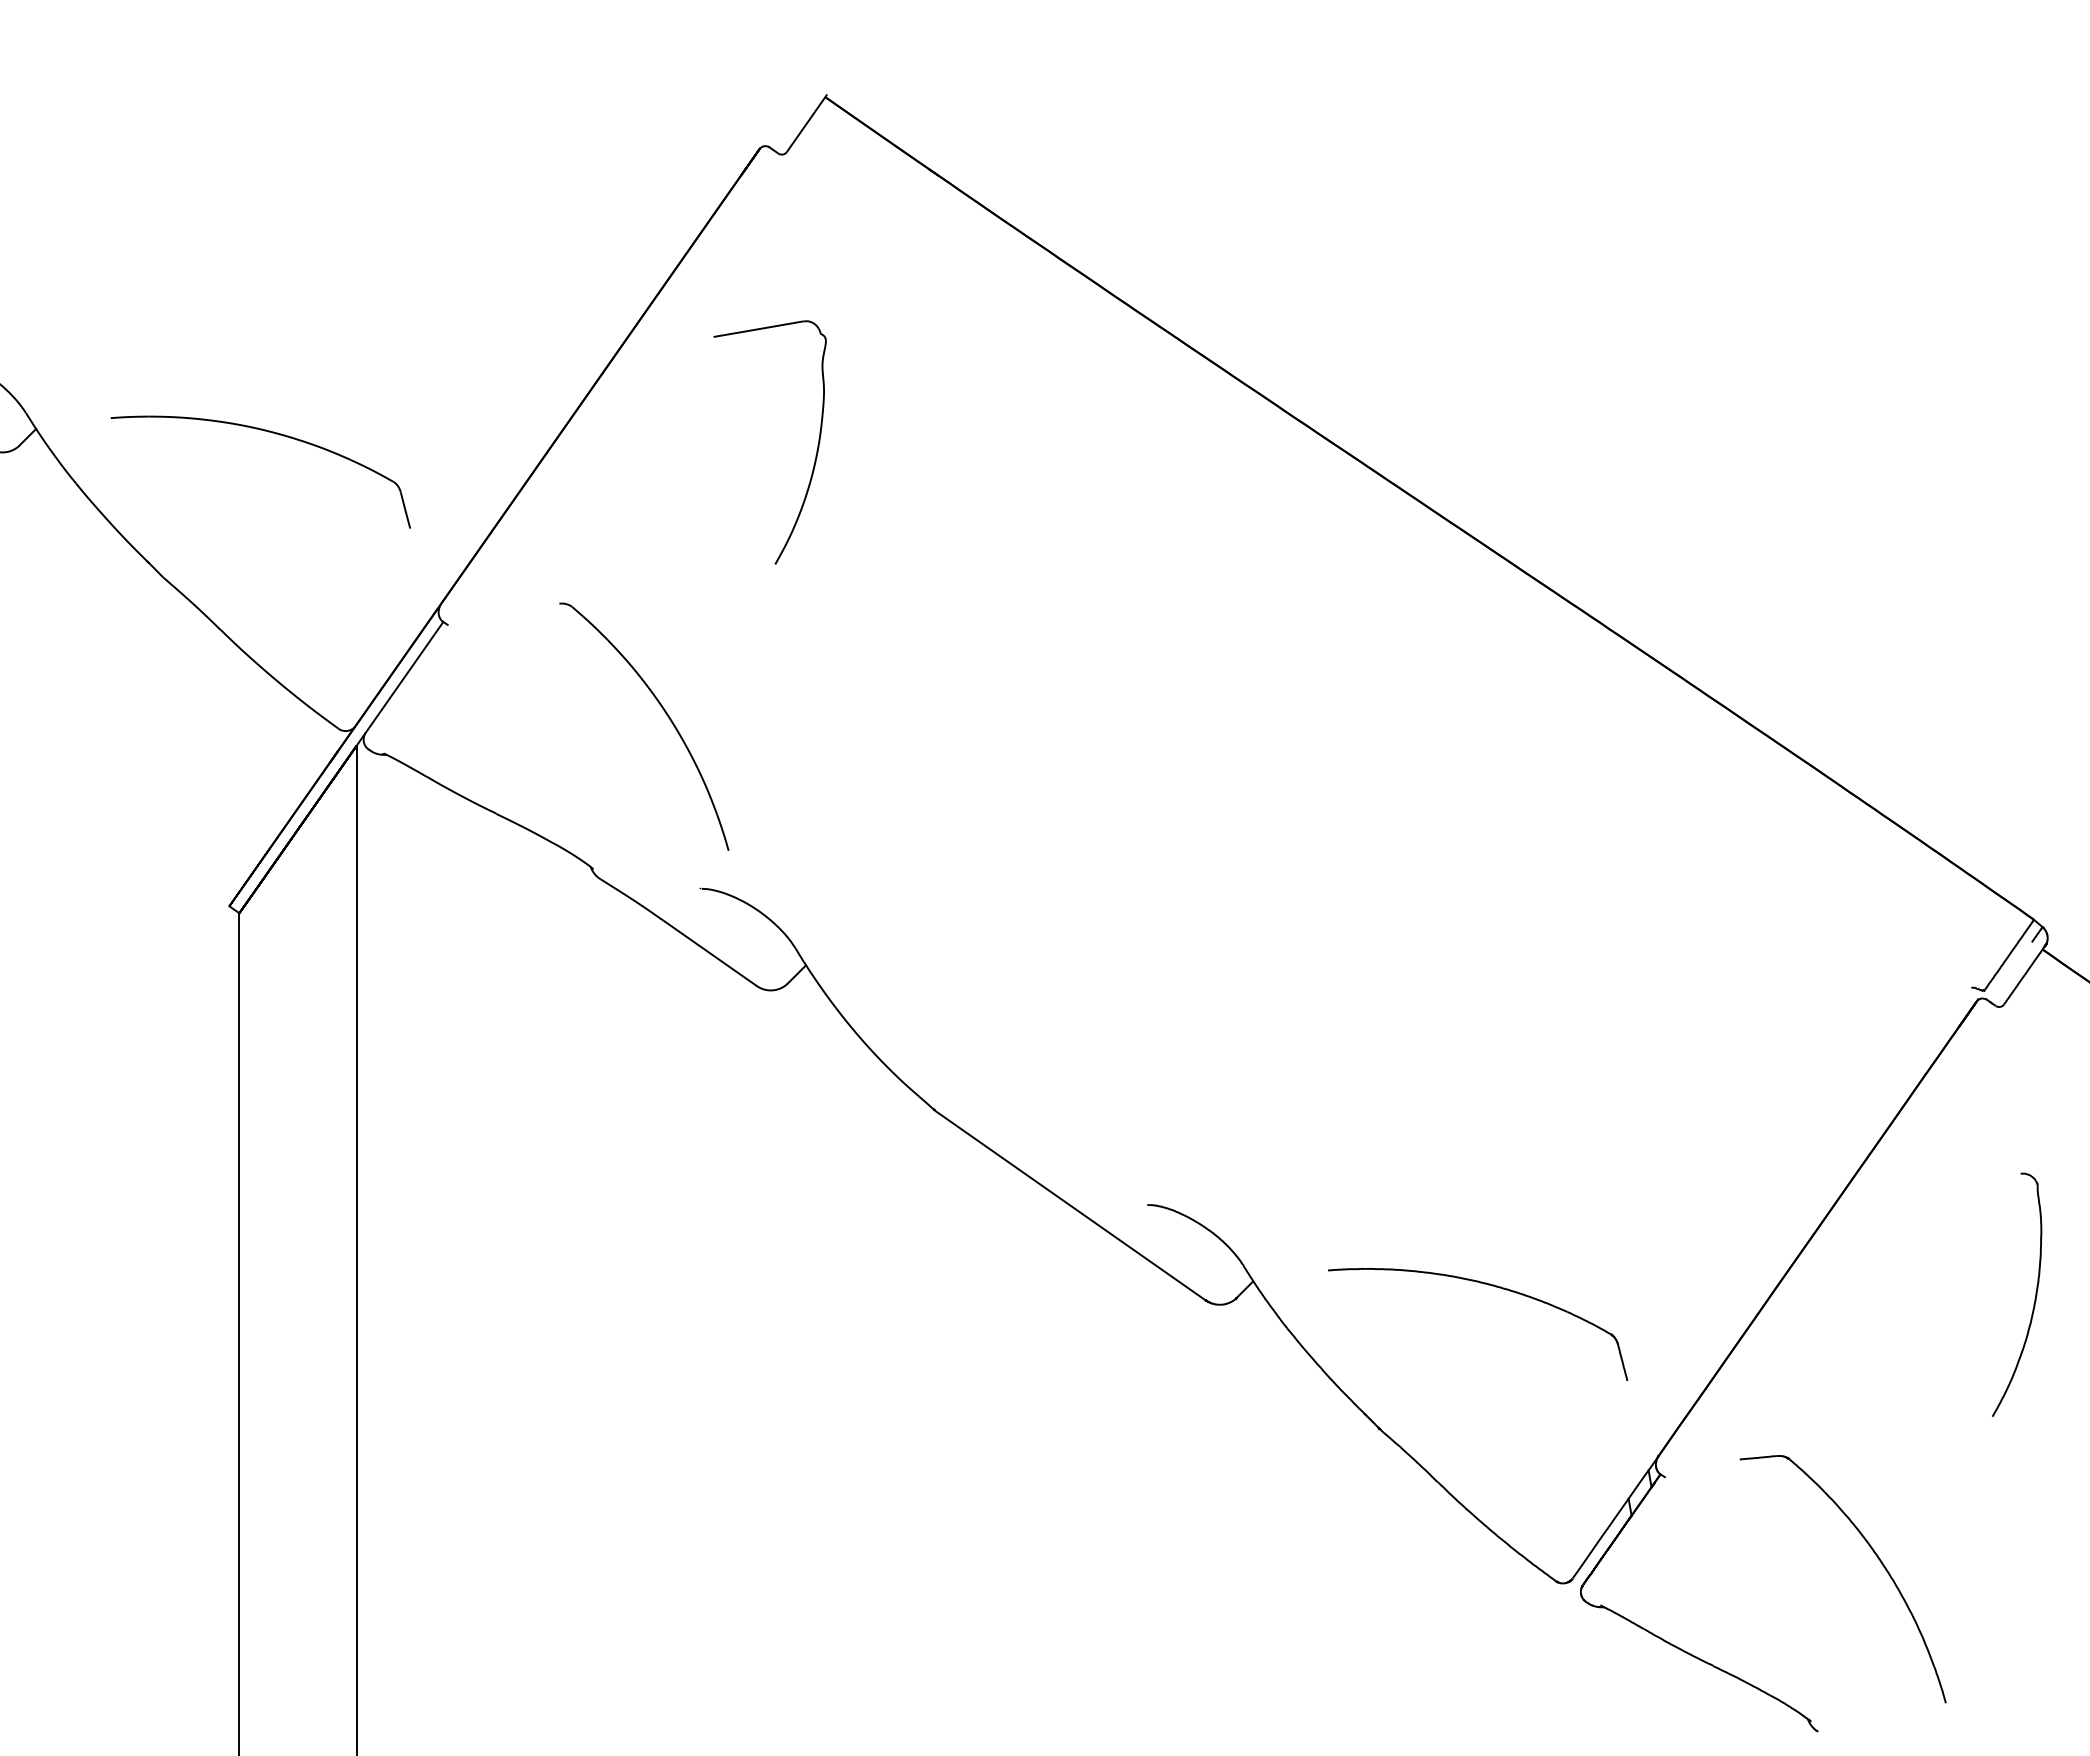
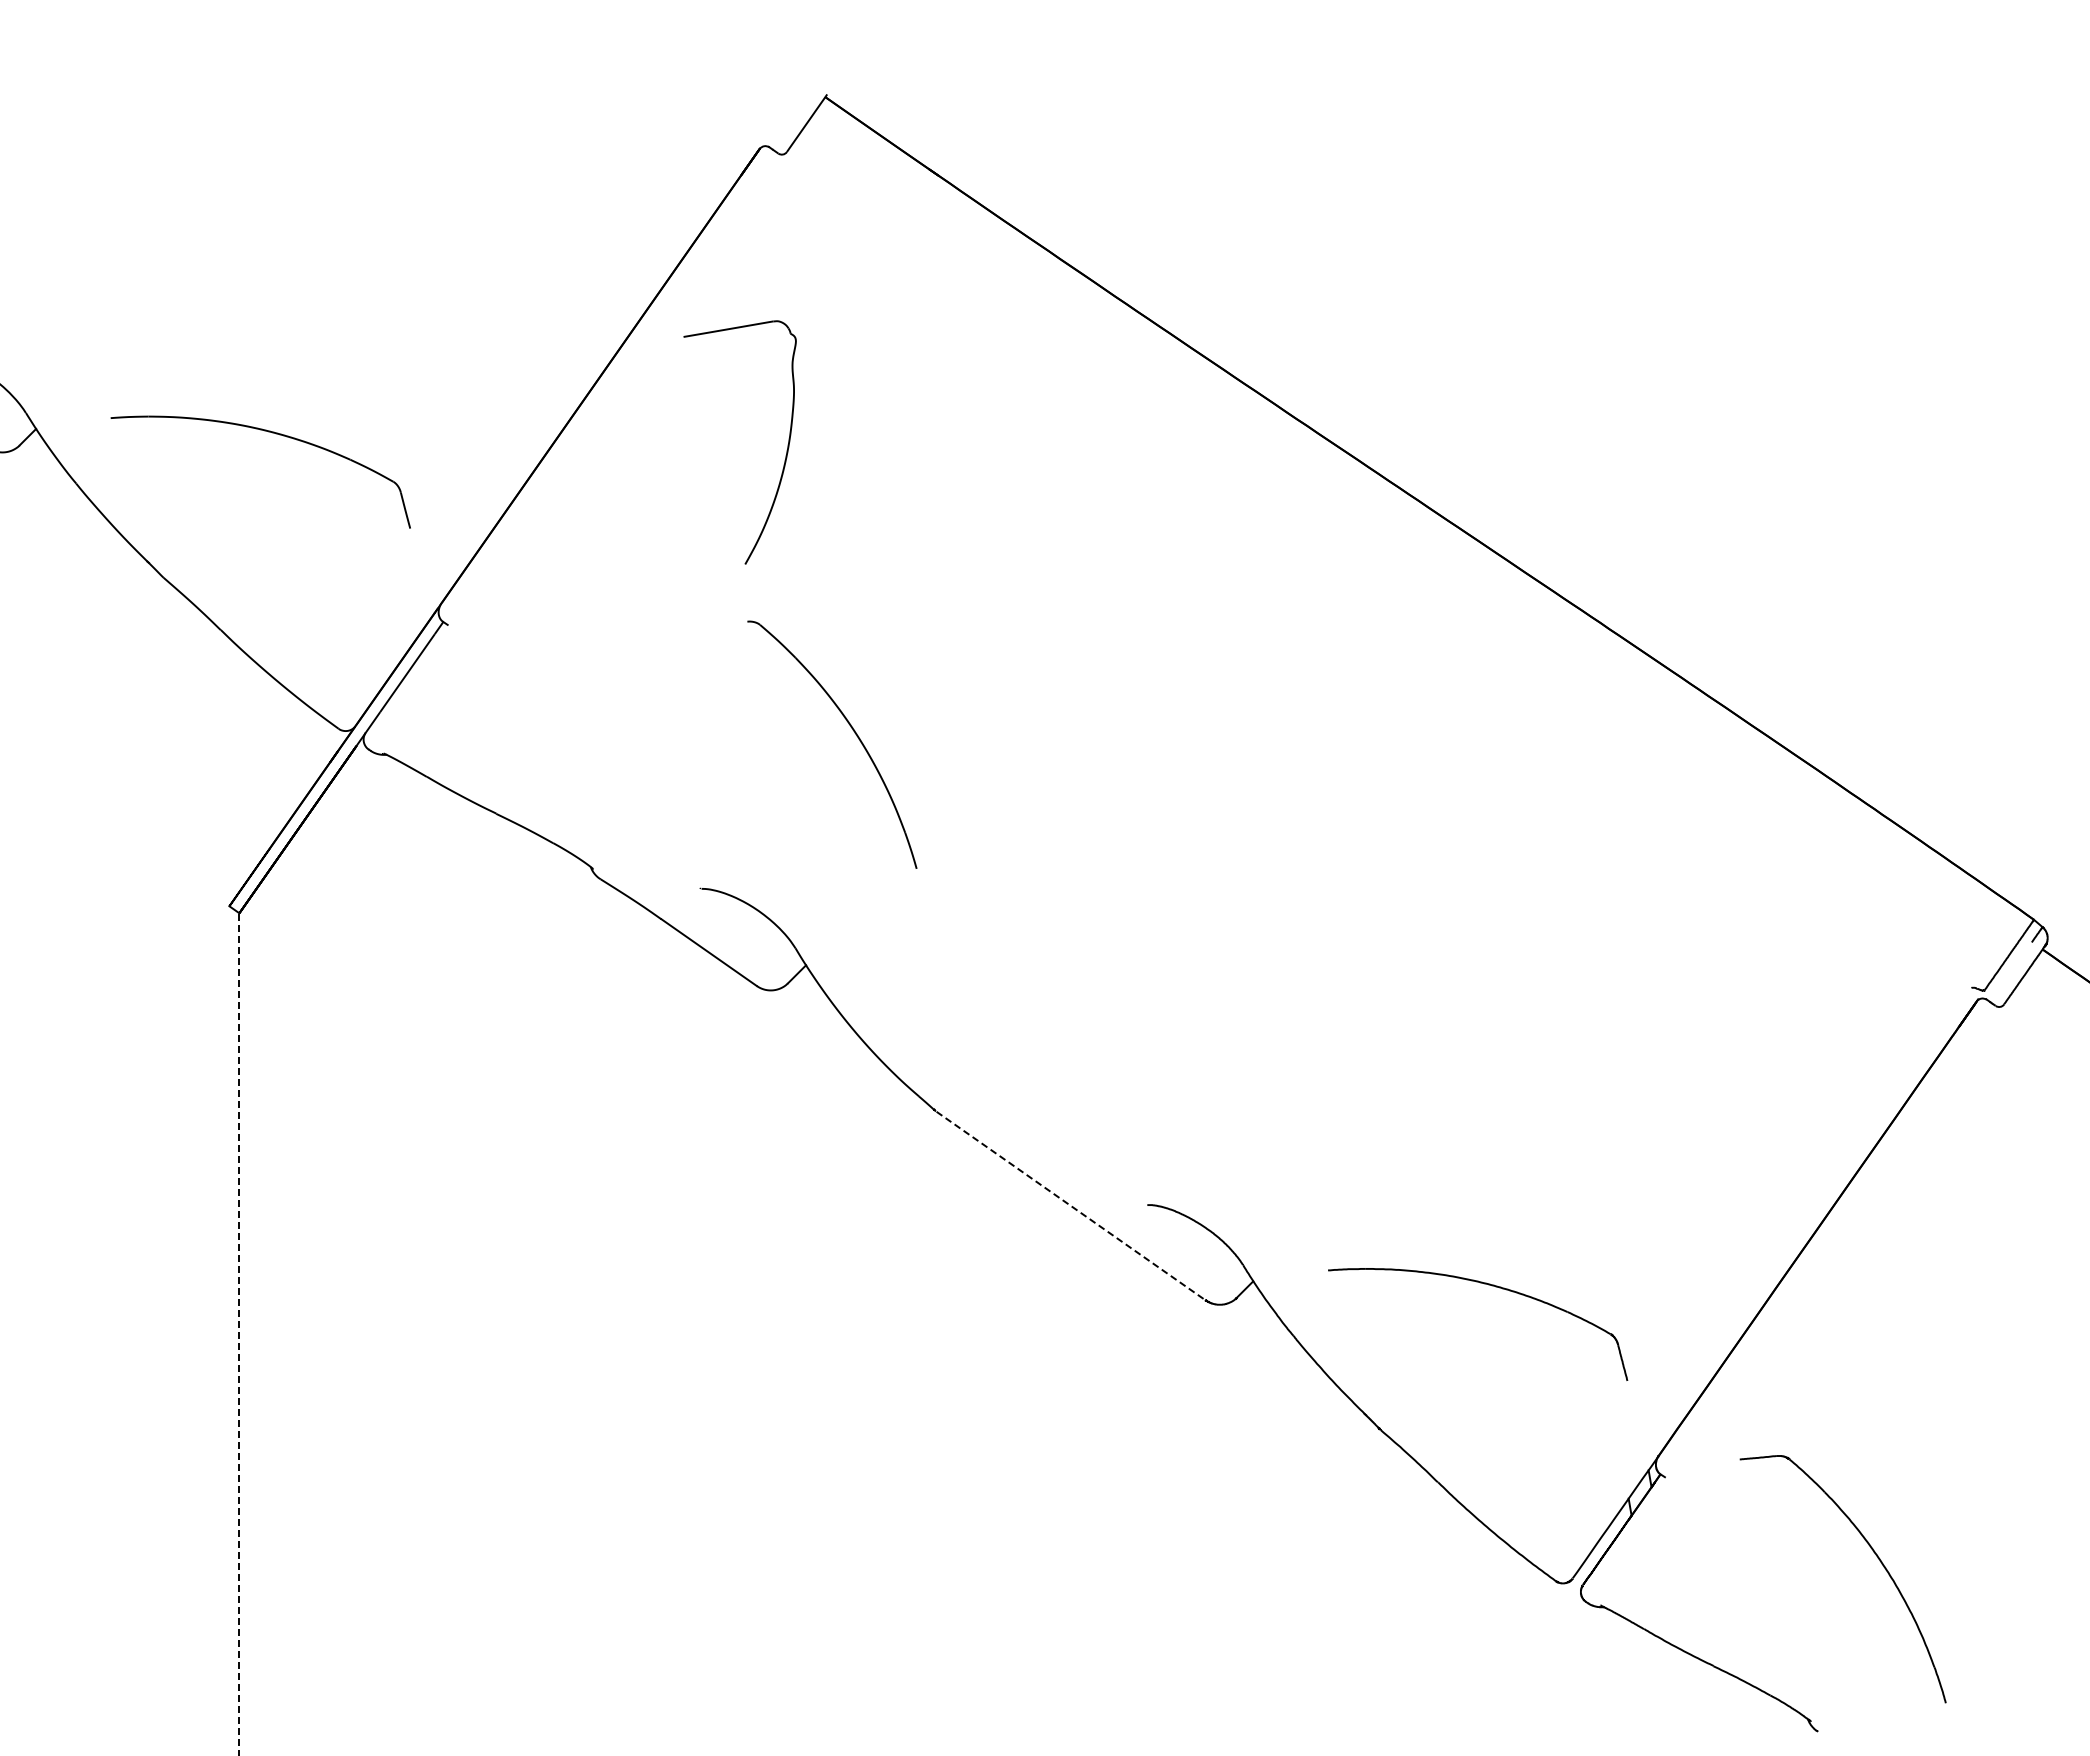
part at (816, 450) position: (816, 450) -> (786, 450)
part at (664, 712) position: (664, 712) -> (852, 730)
line at (1071, 1206): solid -> dashed
line at (356, 1248): present -> none
part at (2034, 1298): present -> none
line at (239, 1334): solid -> dashed
